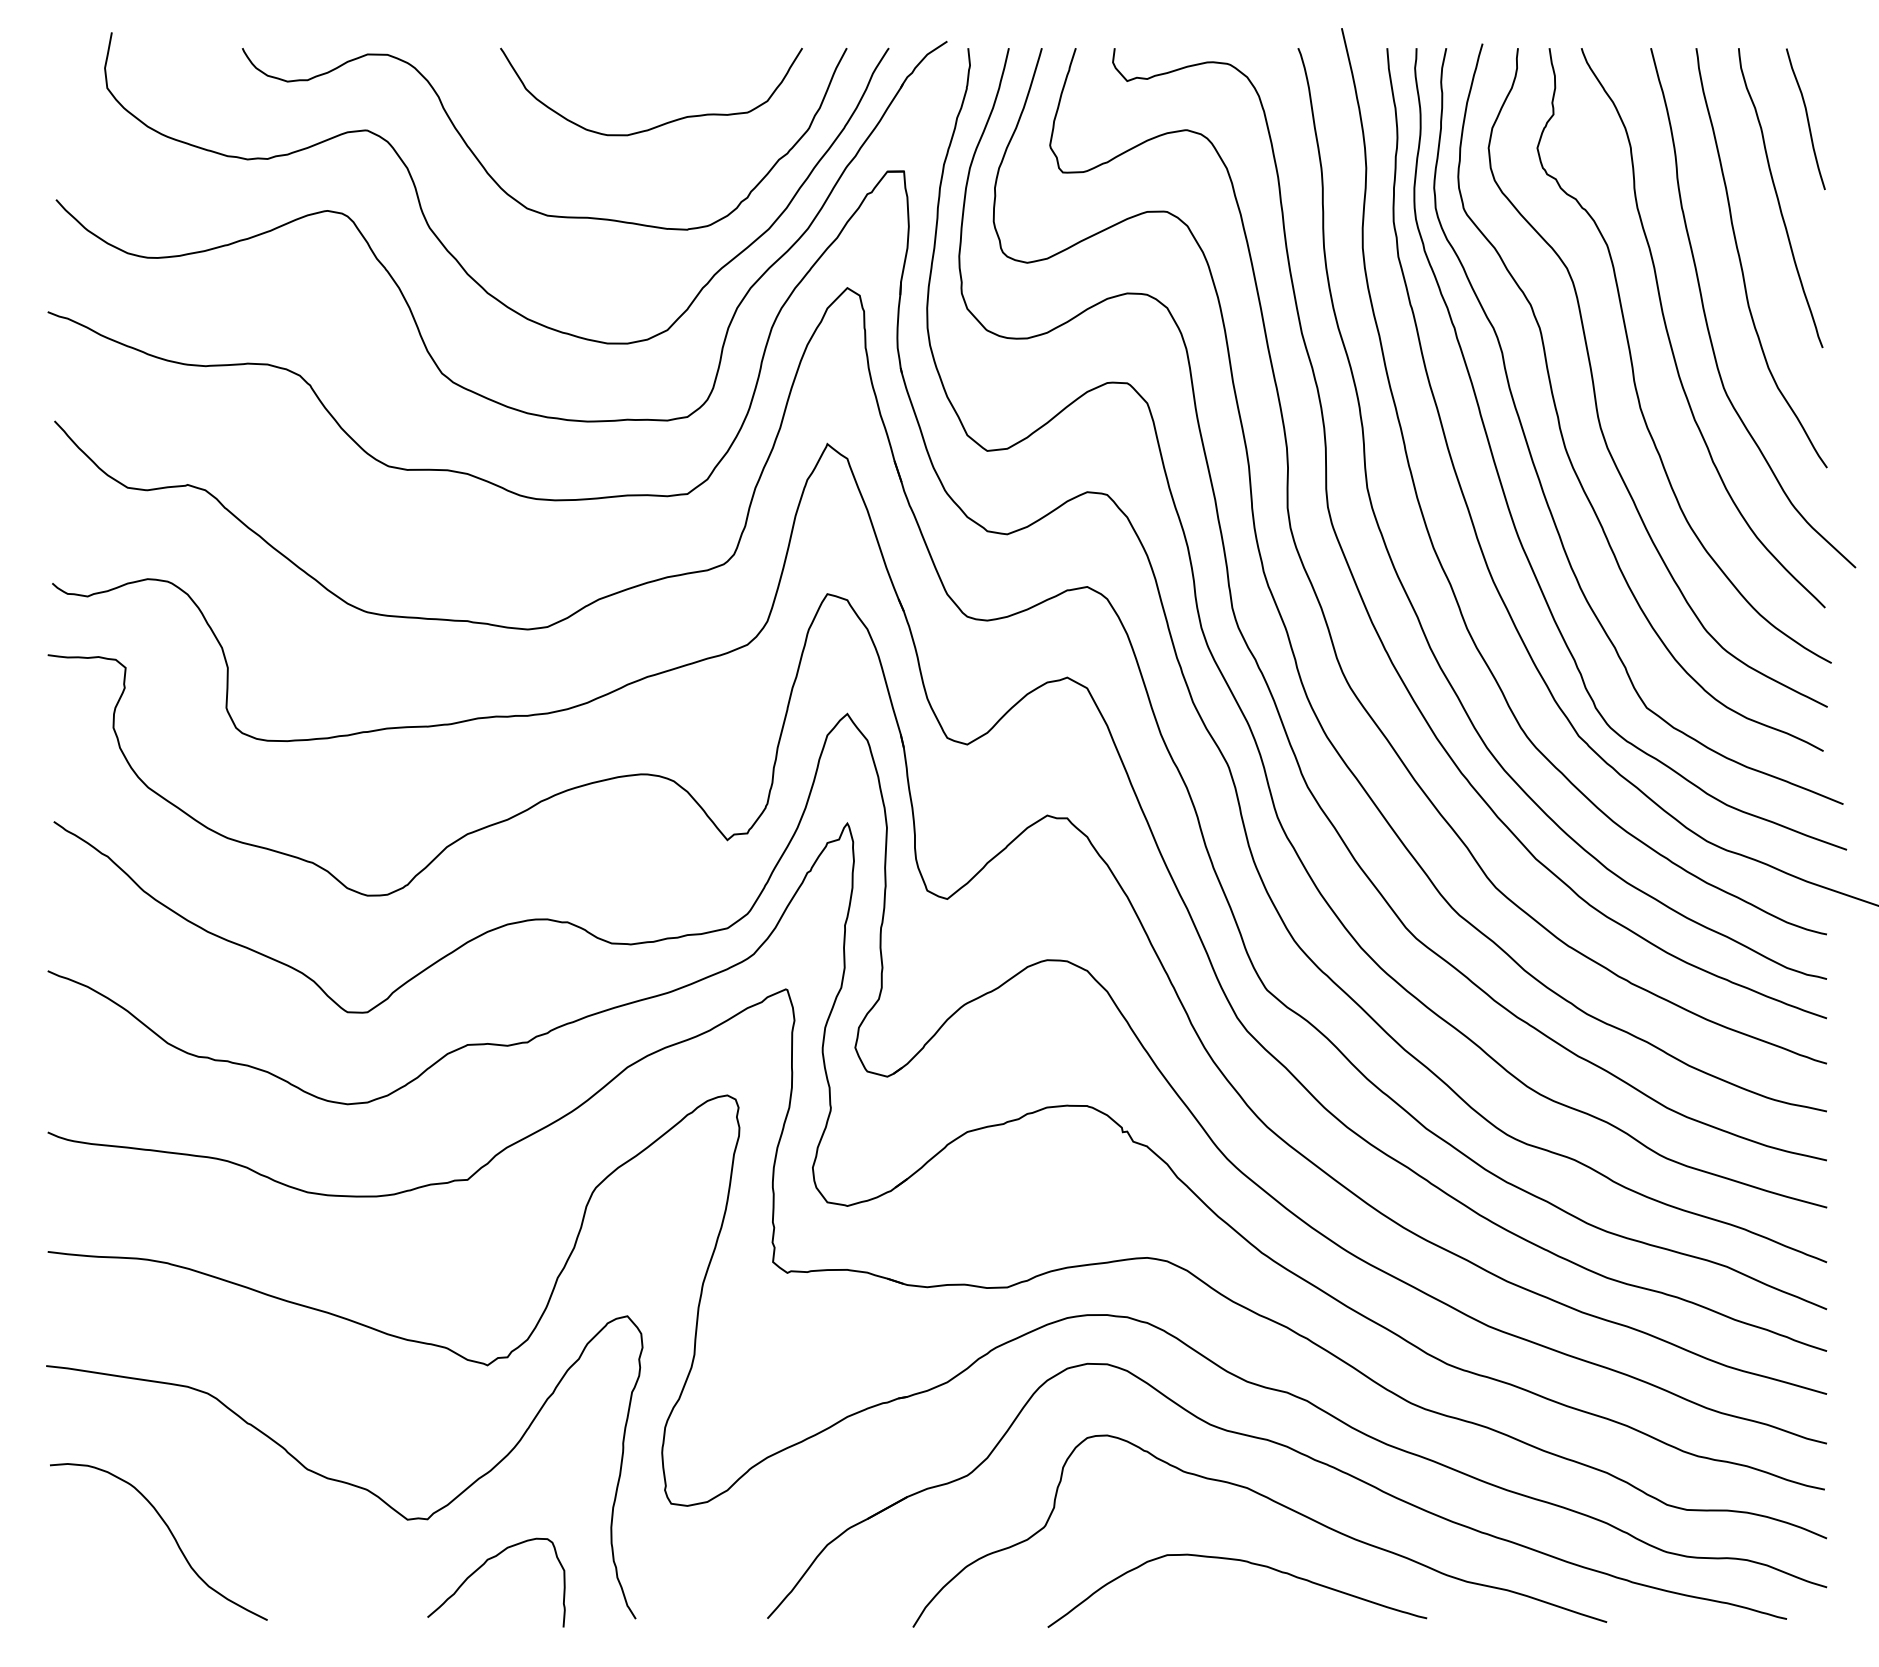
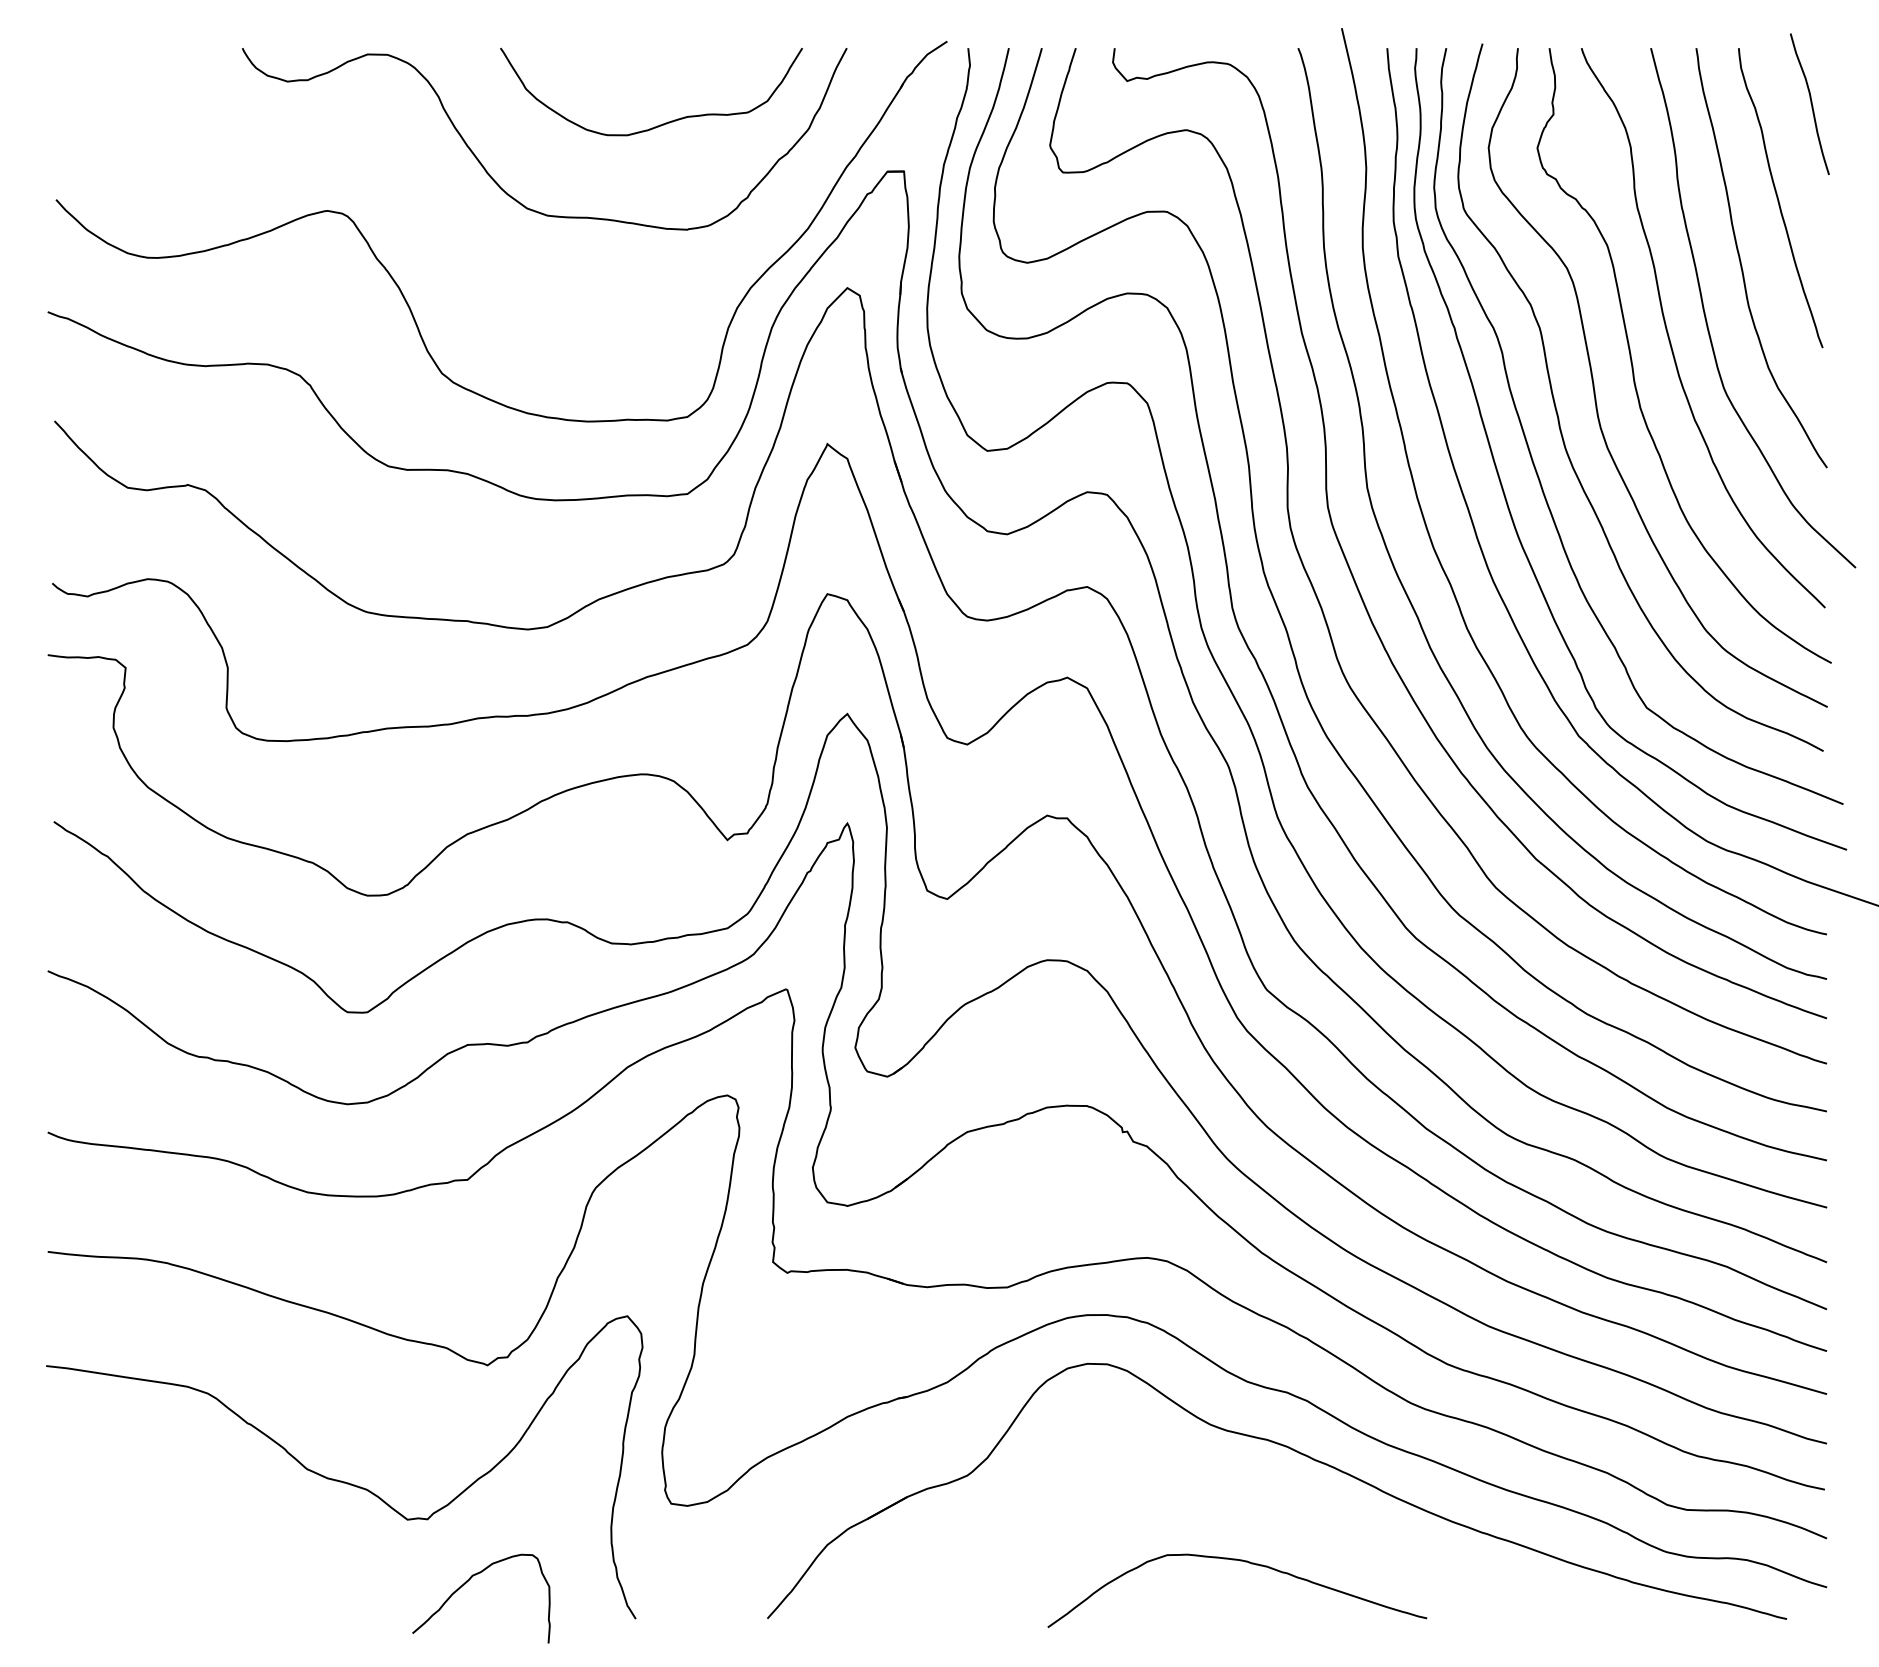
curve at (1806, 118) position: (1806, 118) -> (1810, 103)
curve at (435, 233): present -> none
curve at (1274, 1502): present -> none
curve at (171, 1535): present -> none
curve at (481, 1567) position: (481, 1567) -> (466, 1583)
